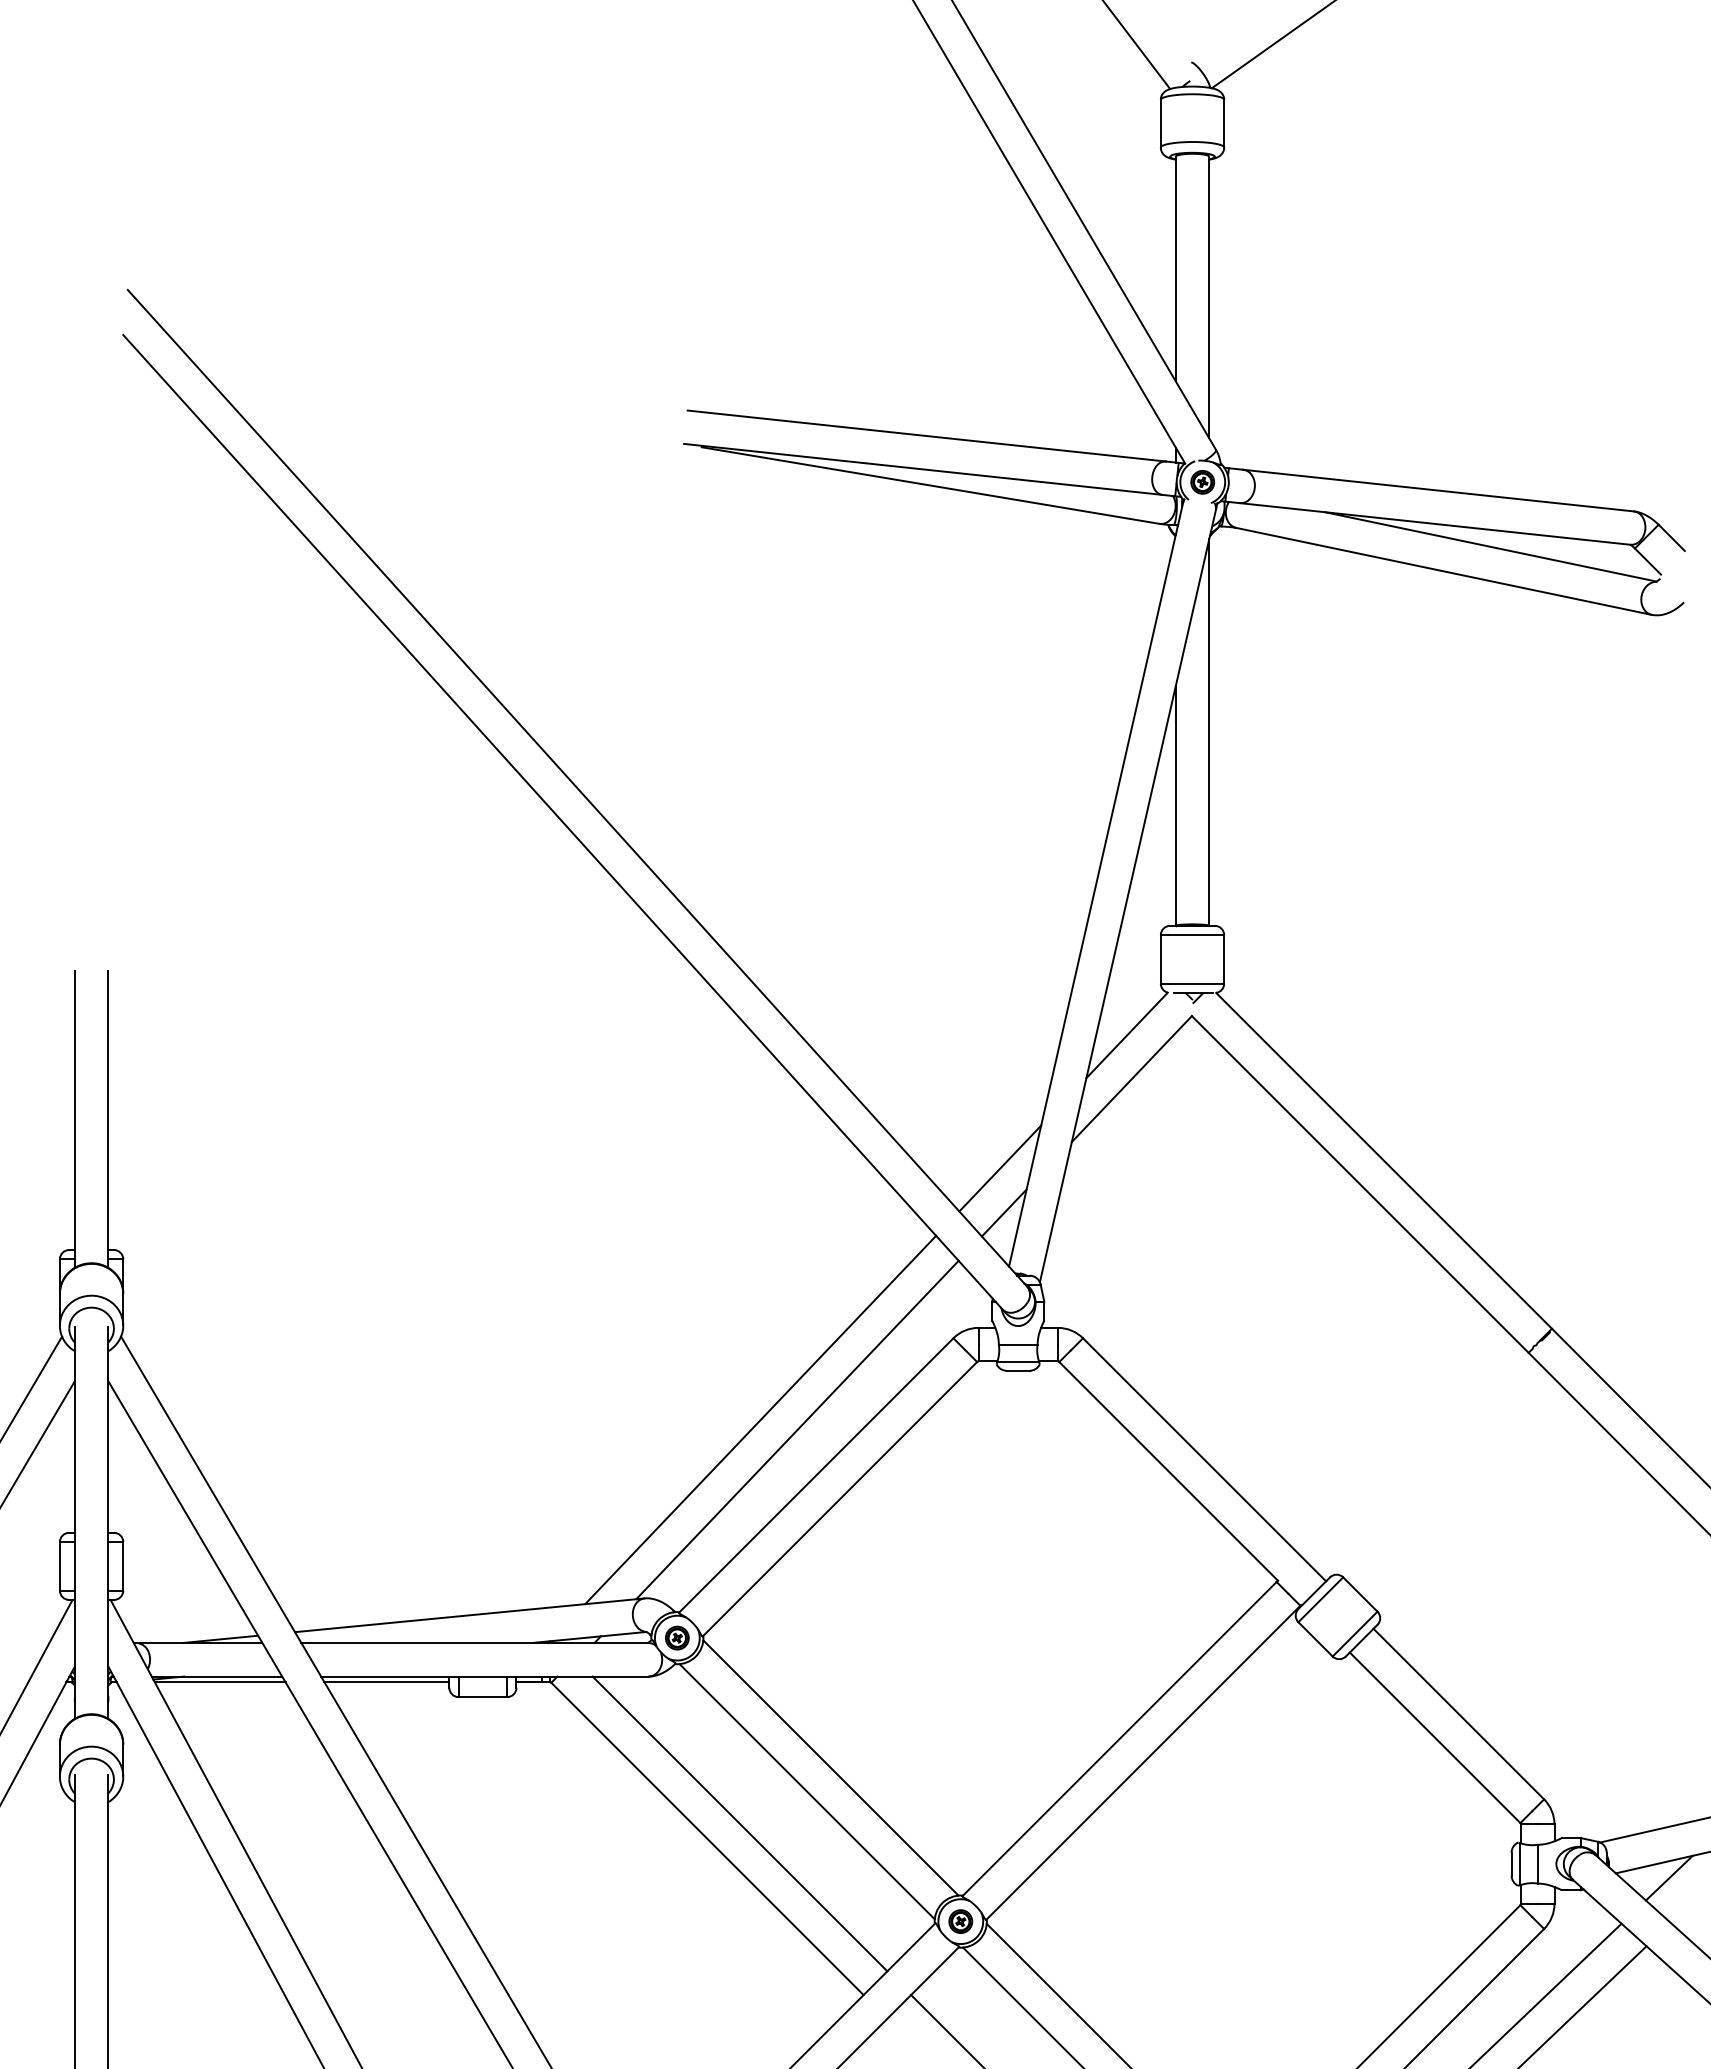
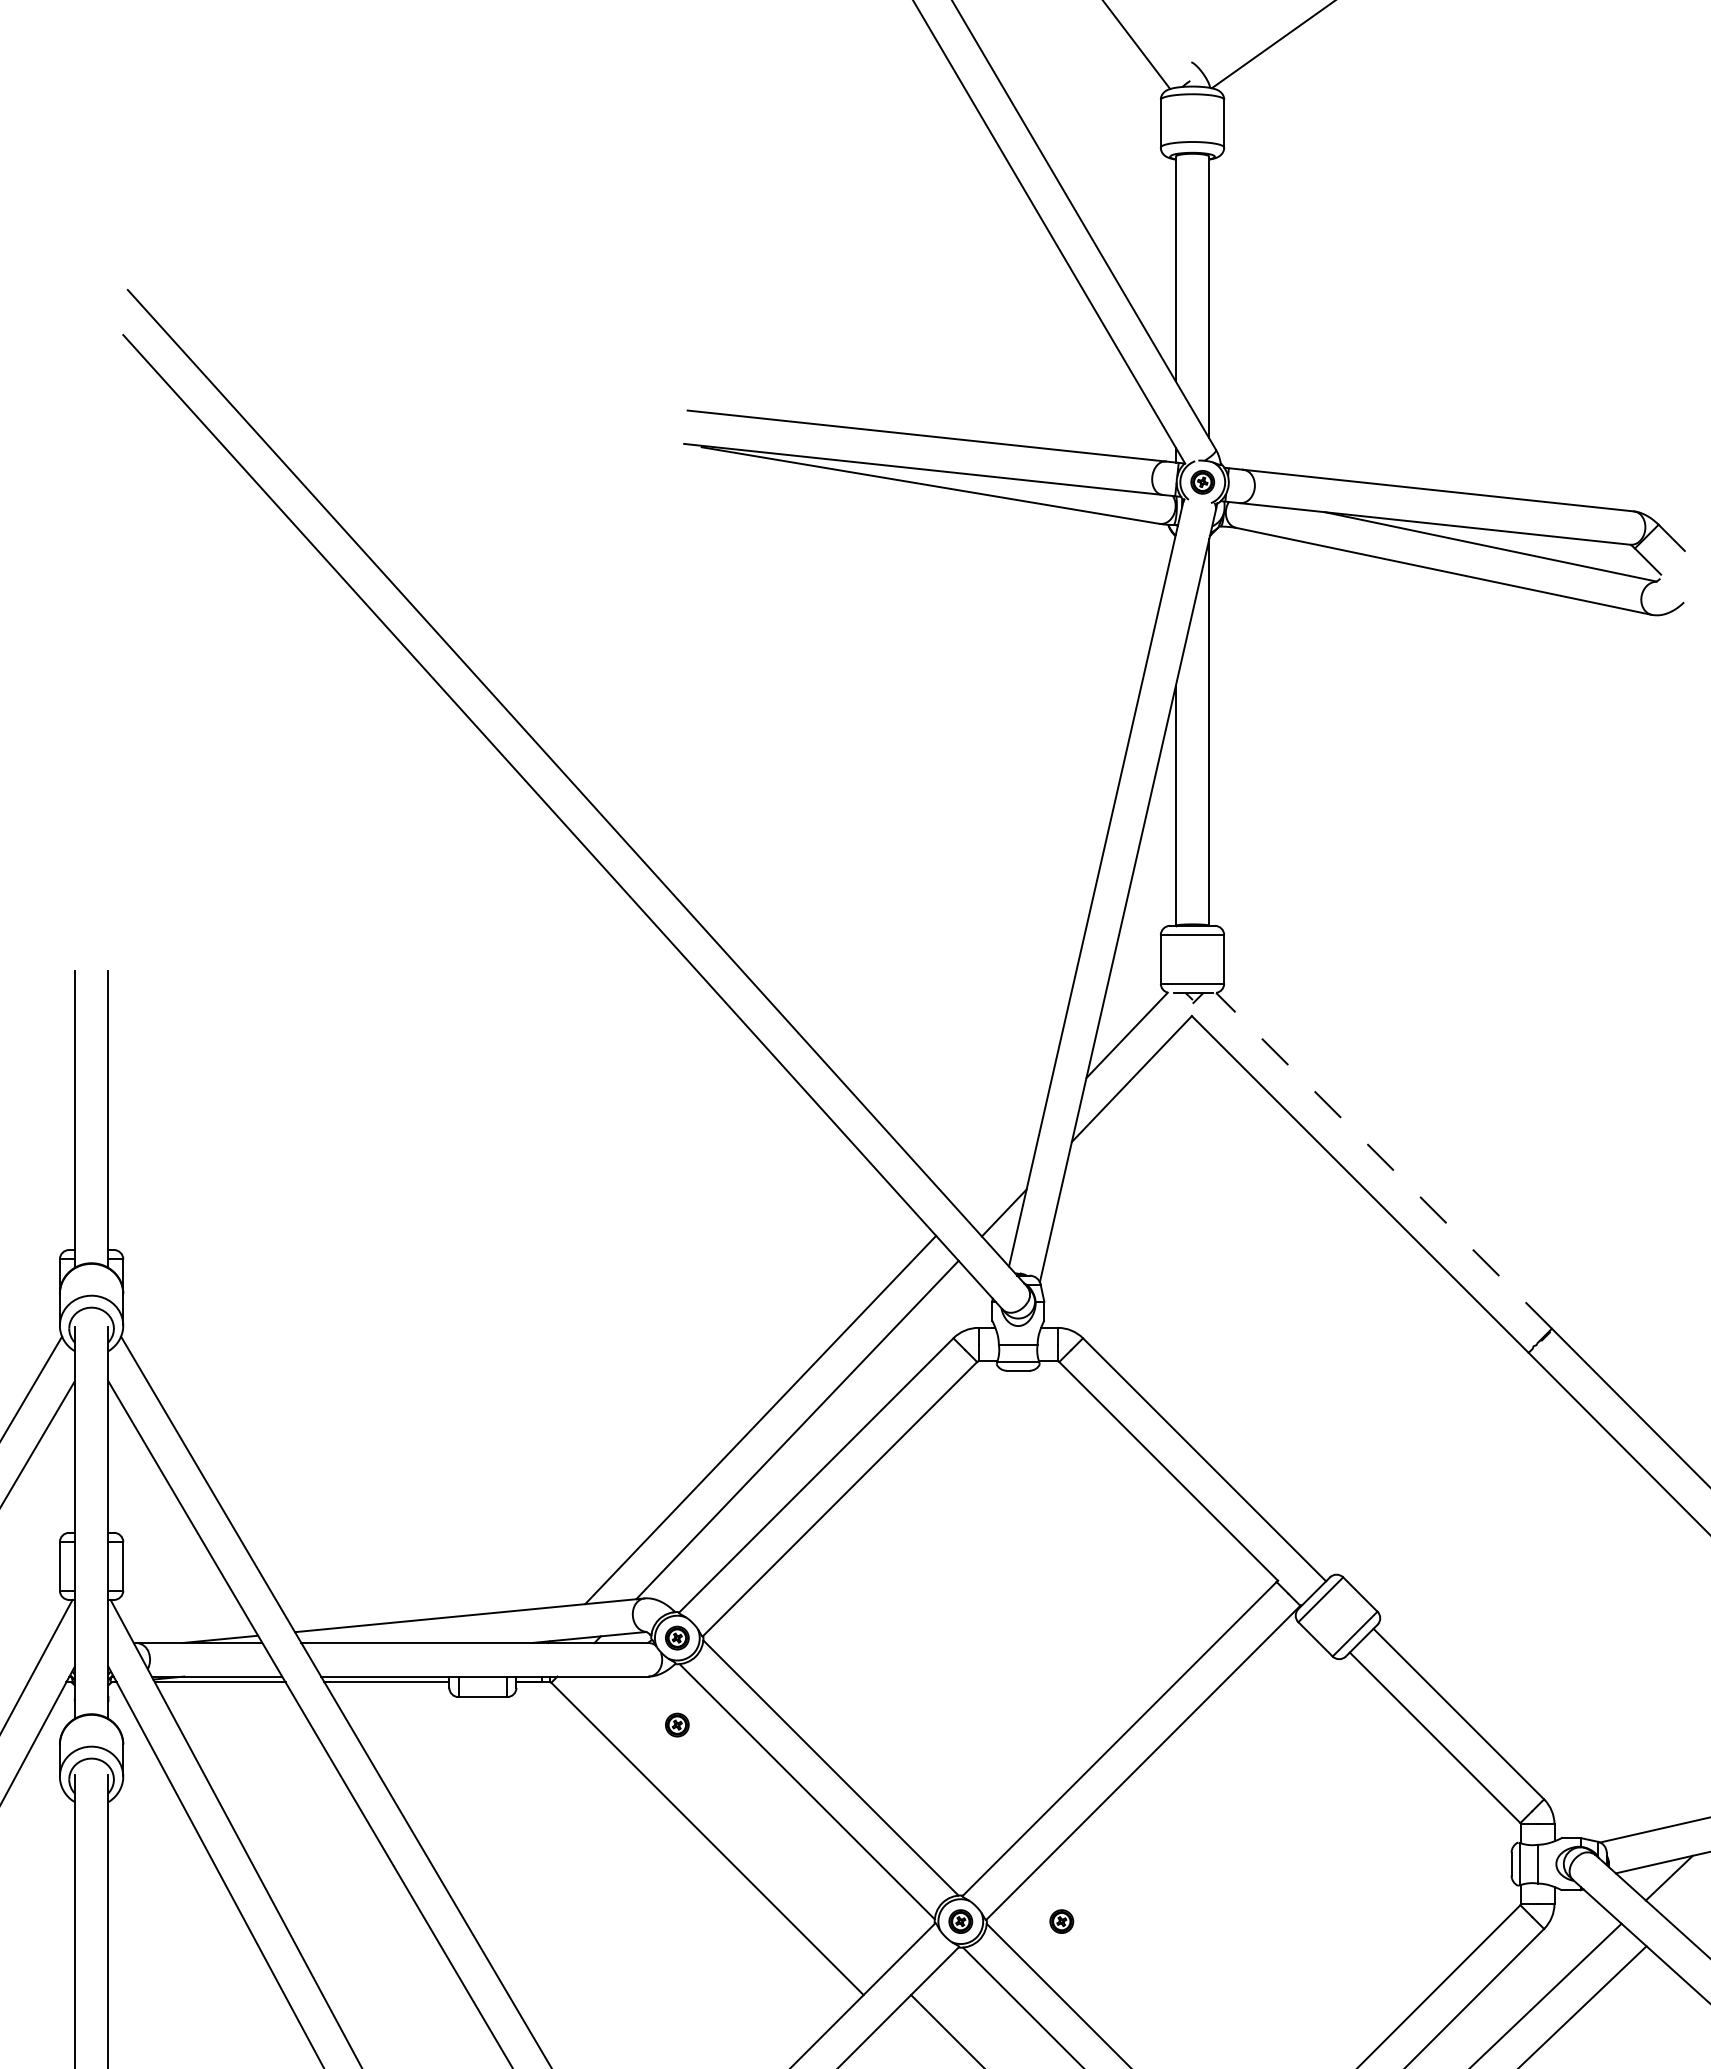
line at (1383, 1160): solid -> dashed
line at (1000, 1168): present -> none
part at (677, 1724): none -> present
line at (739, 1823): present -> none
part at (1061, 1921): none -> present
